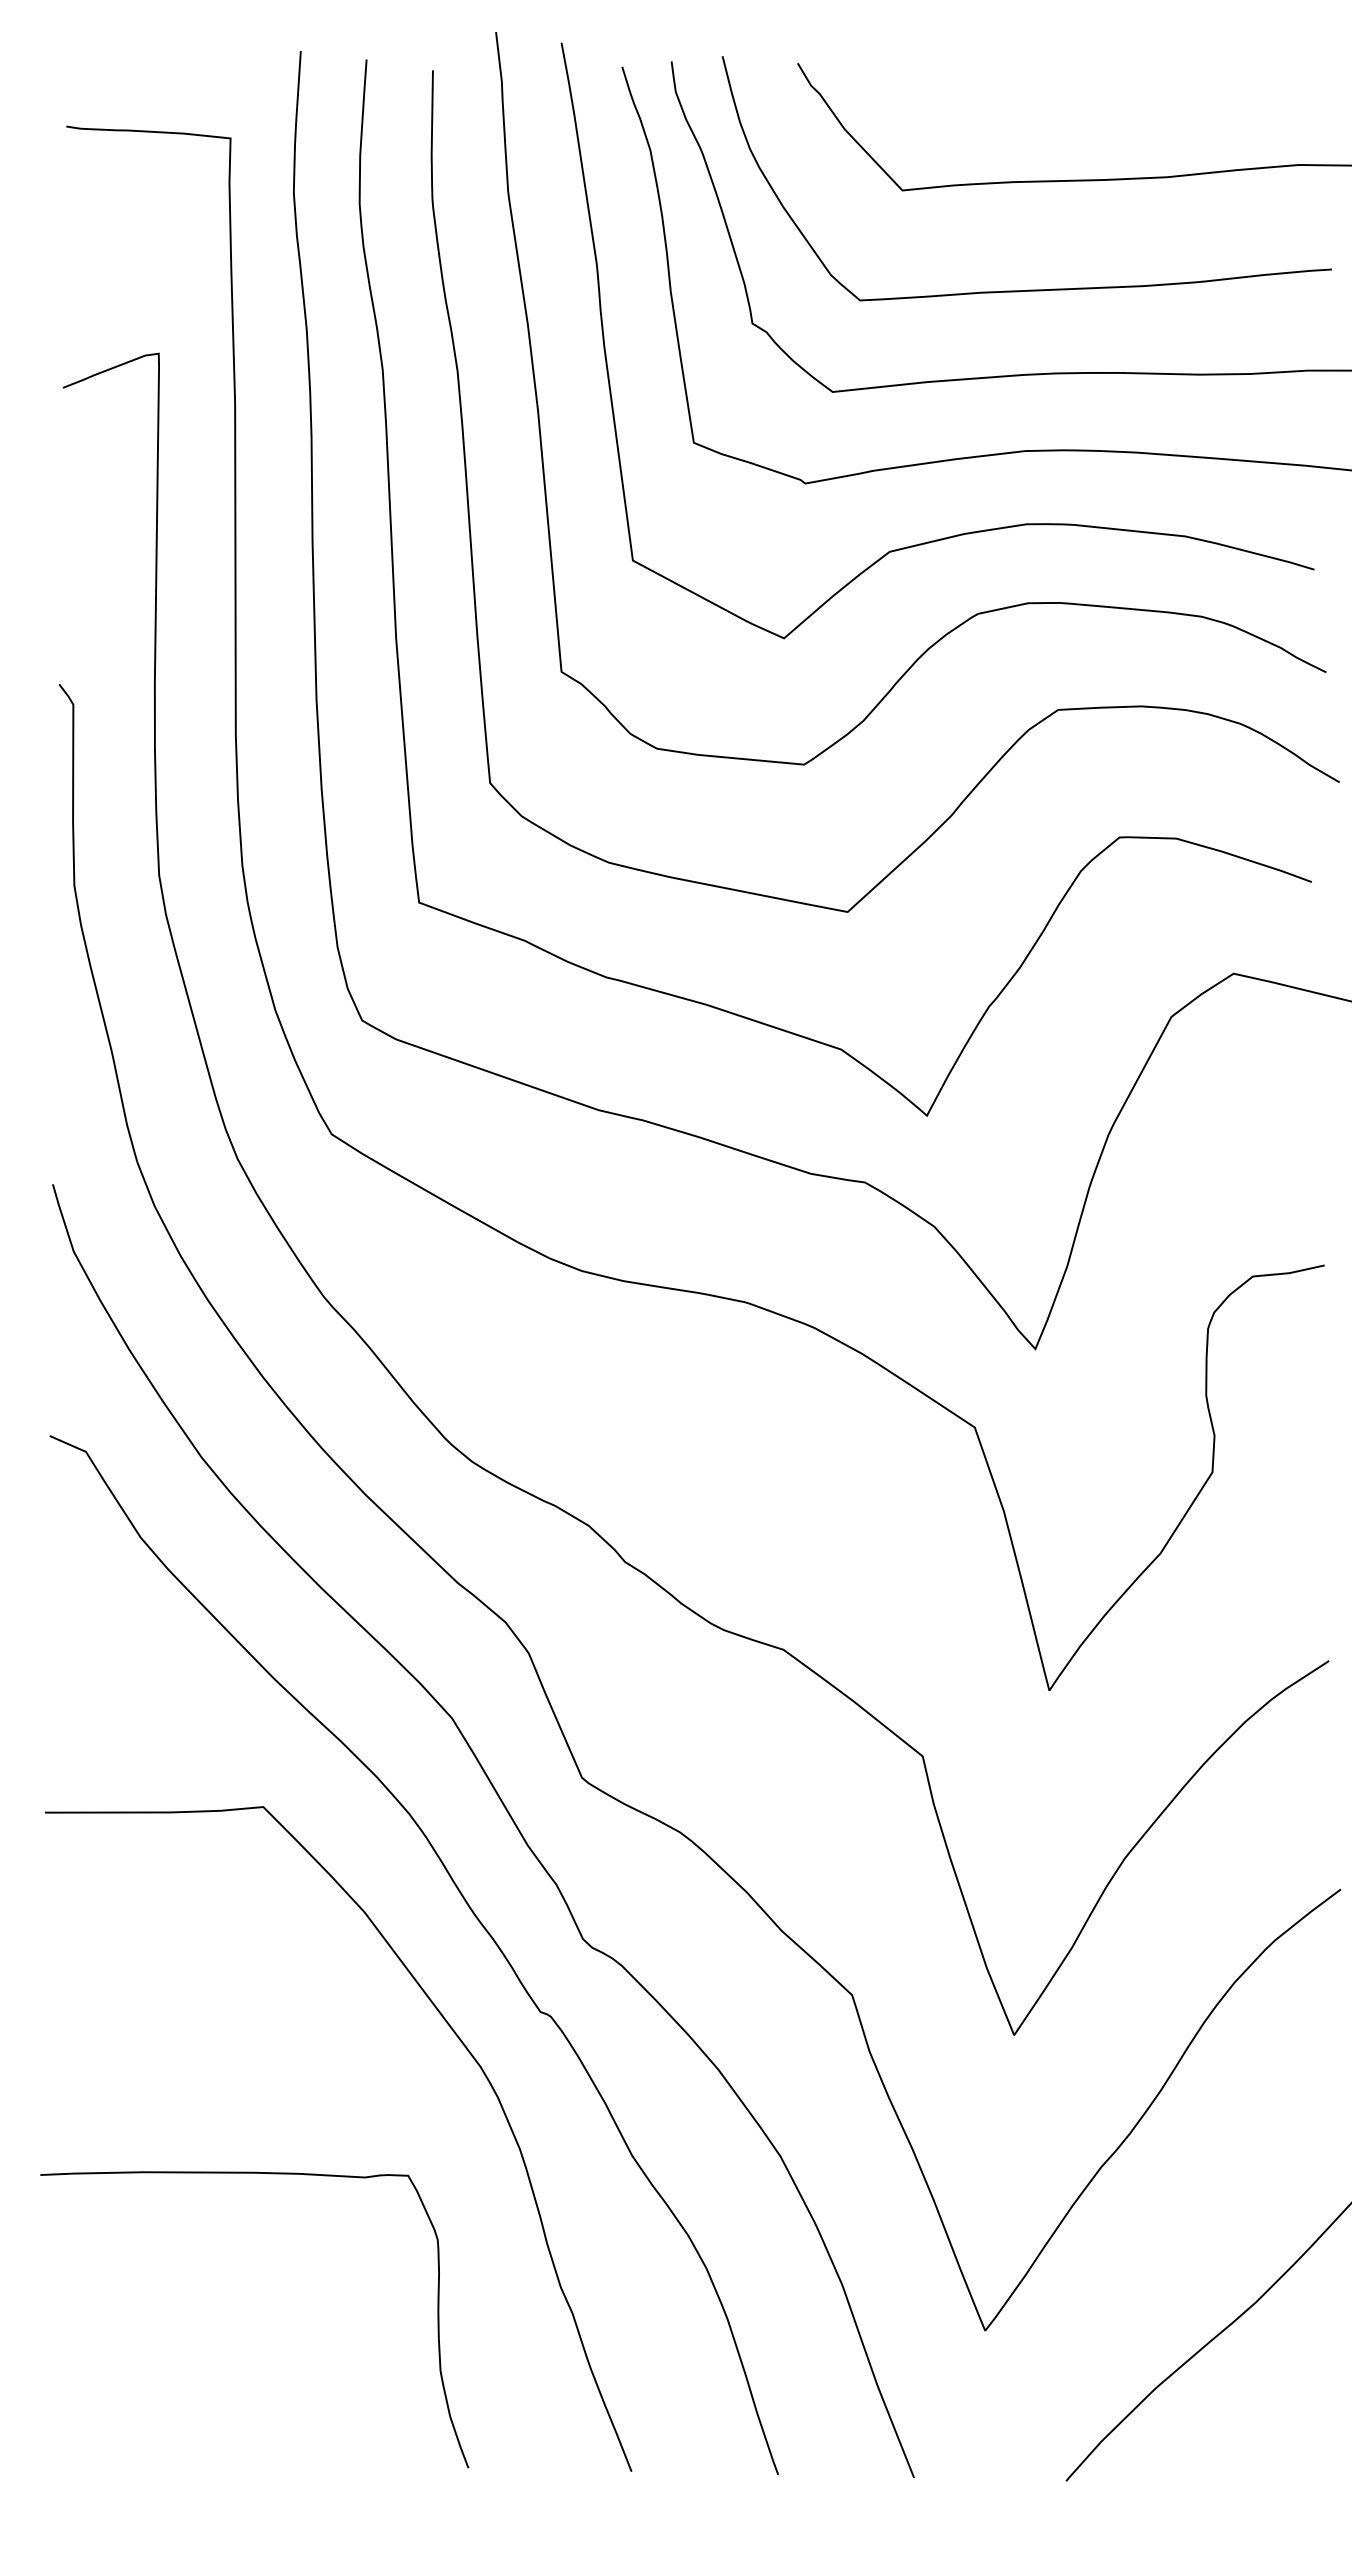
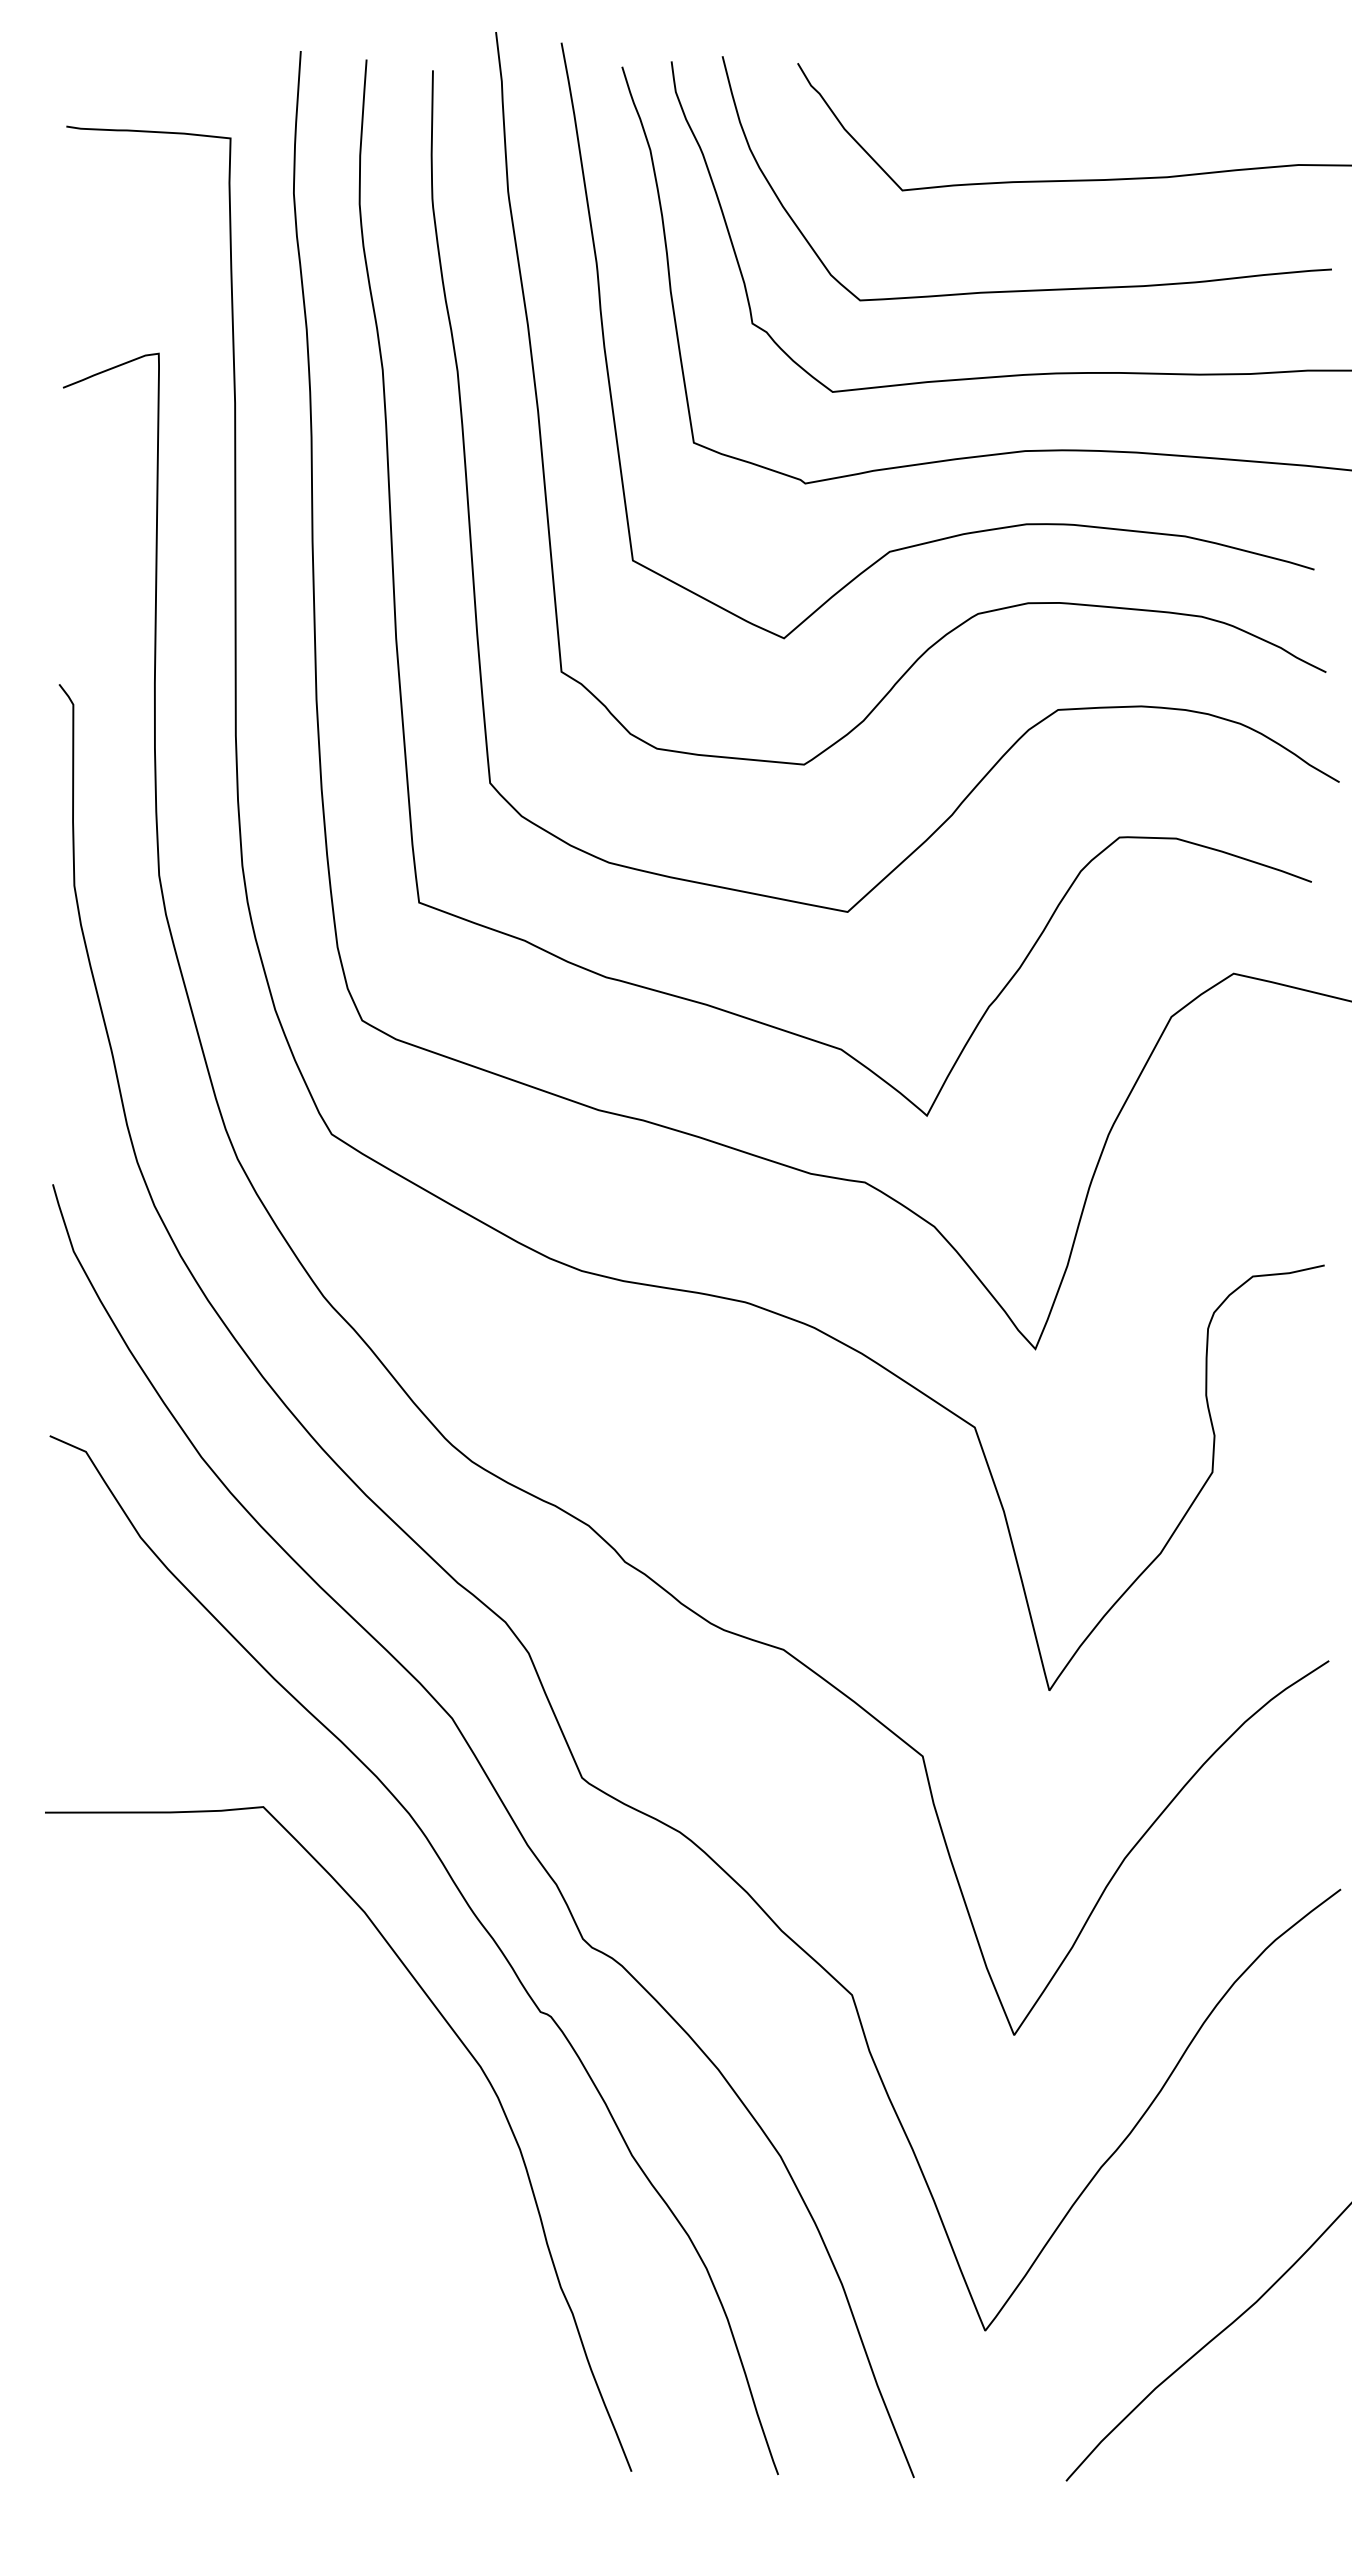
curve at (270, 2174): present -> none
